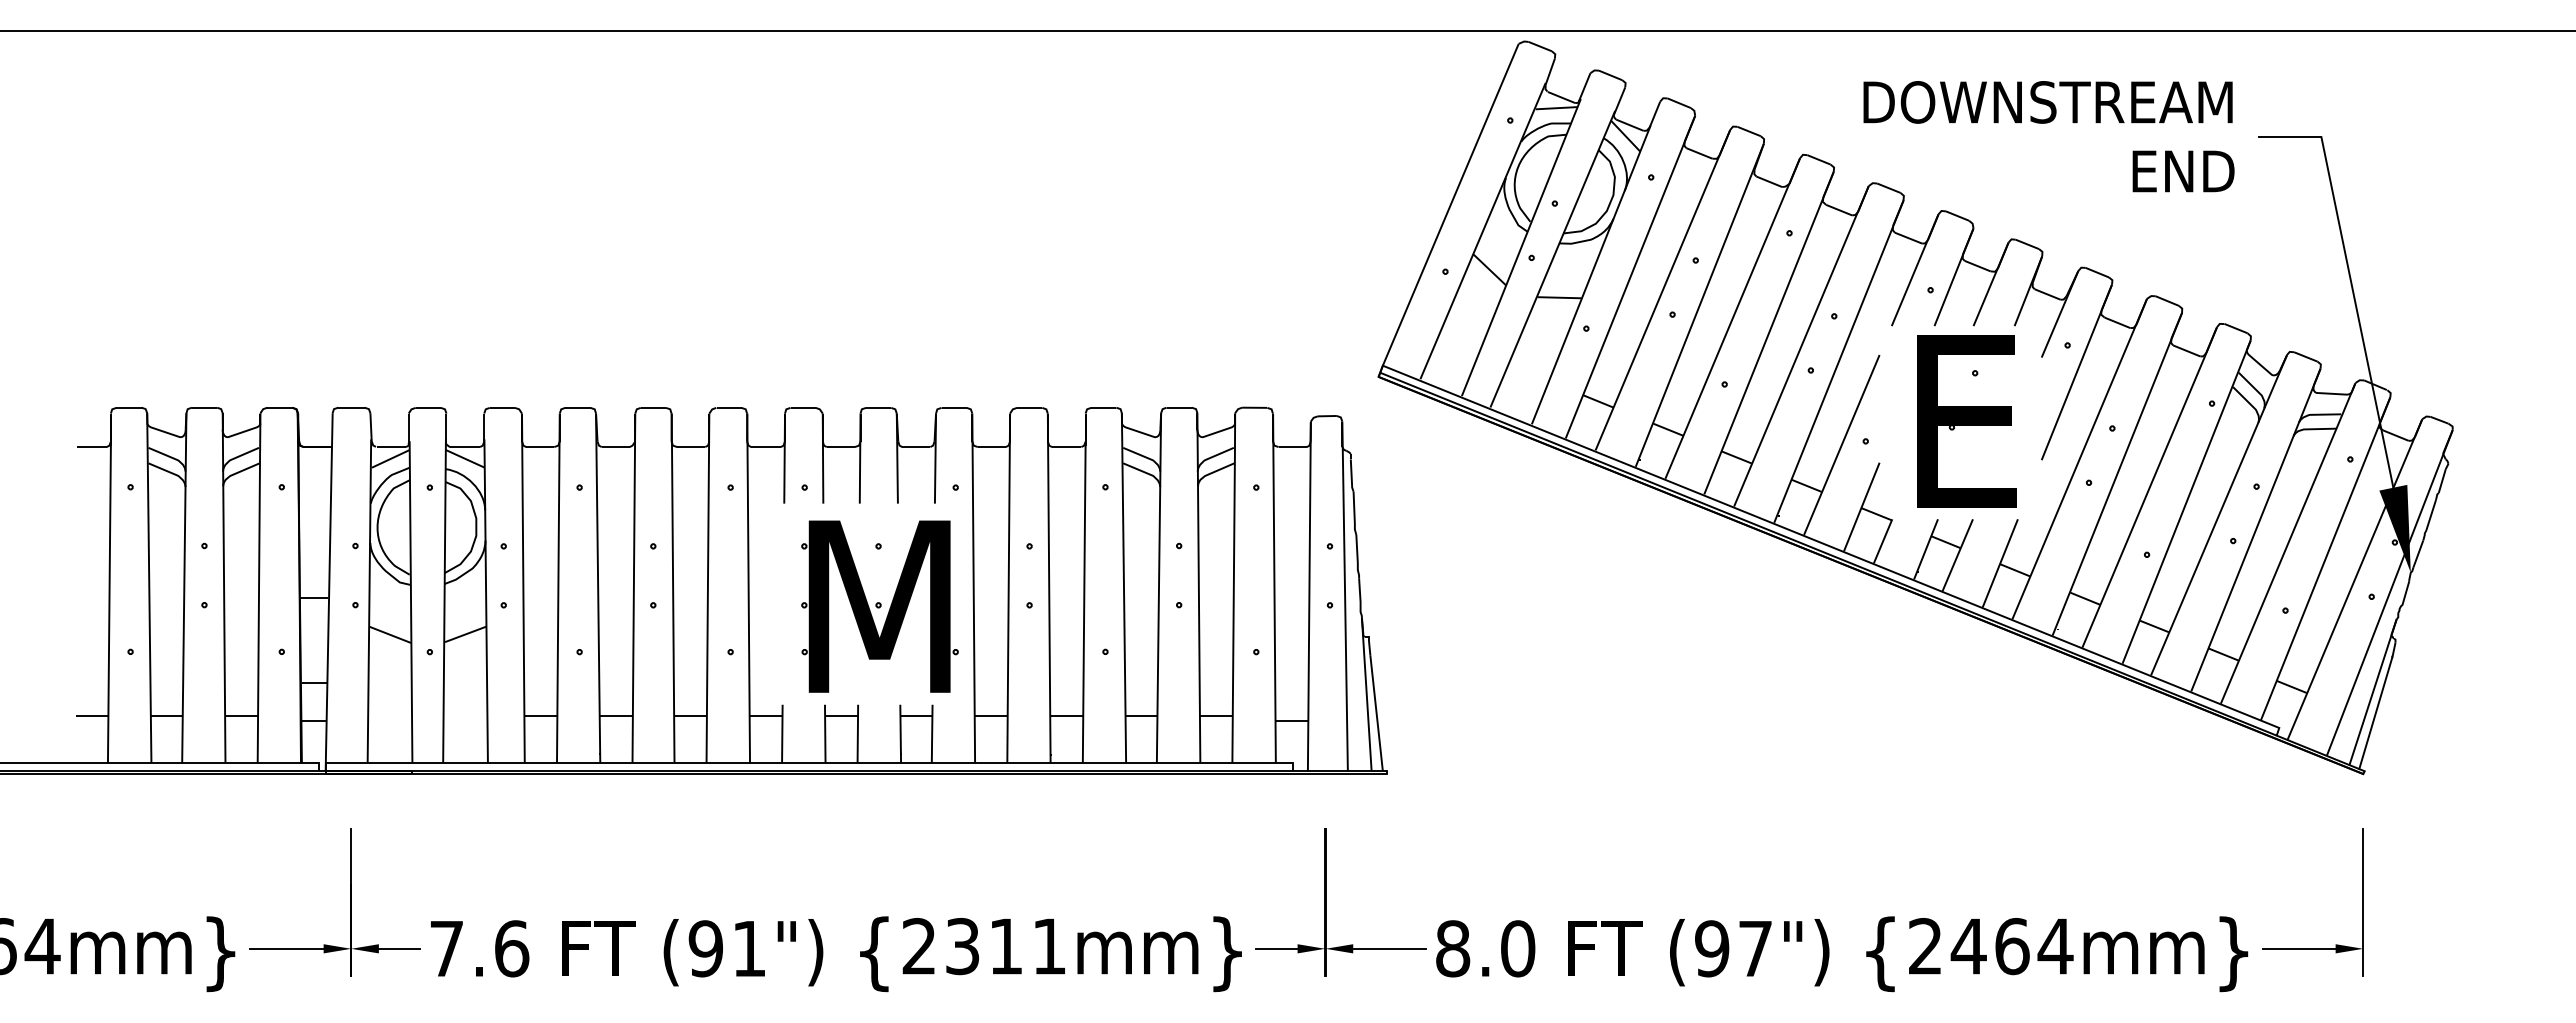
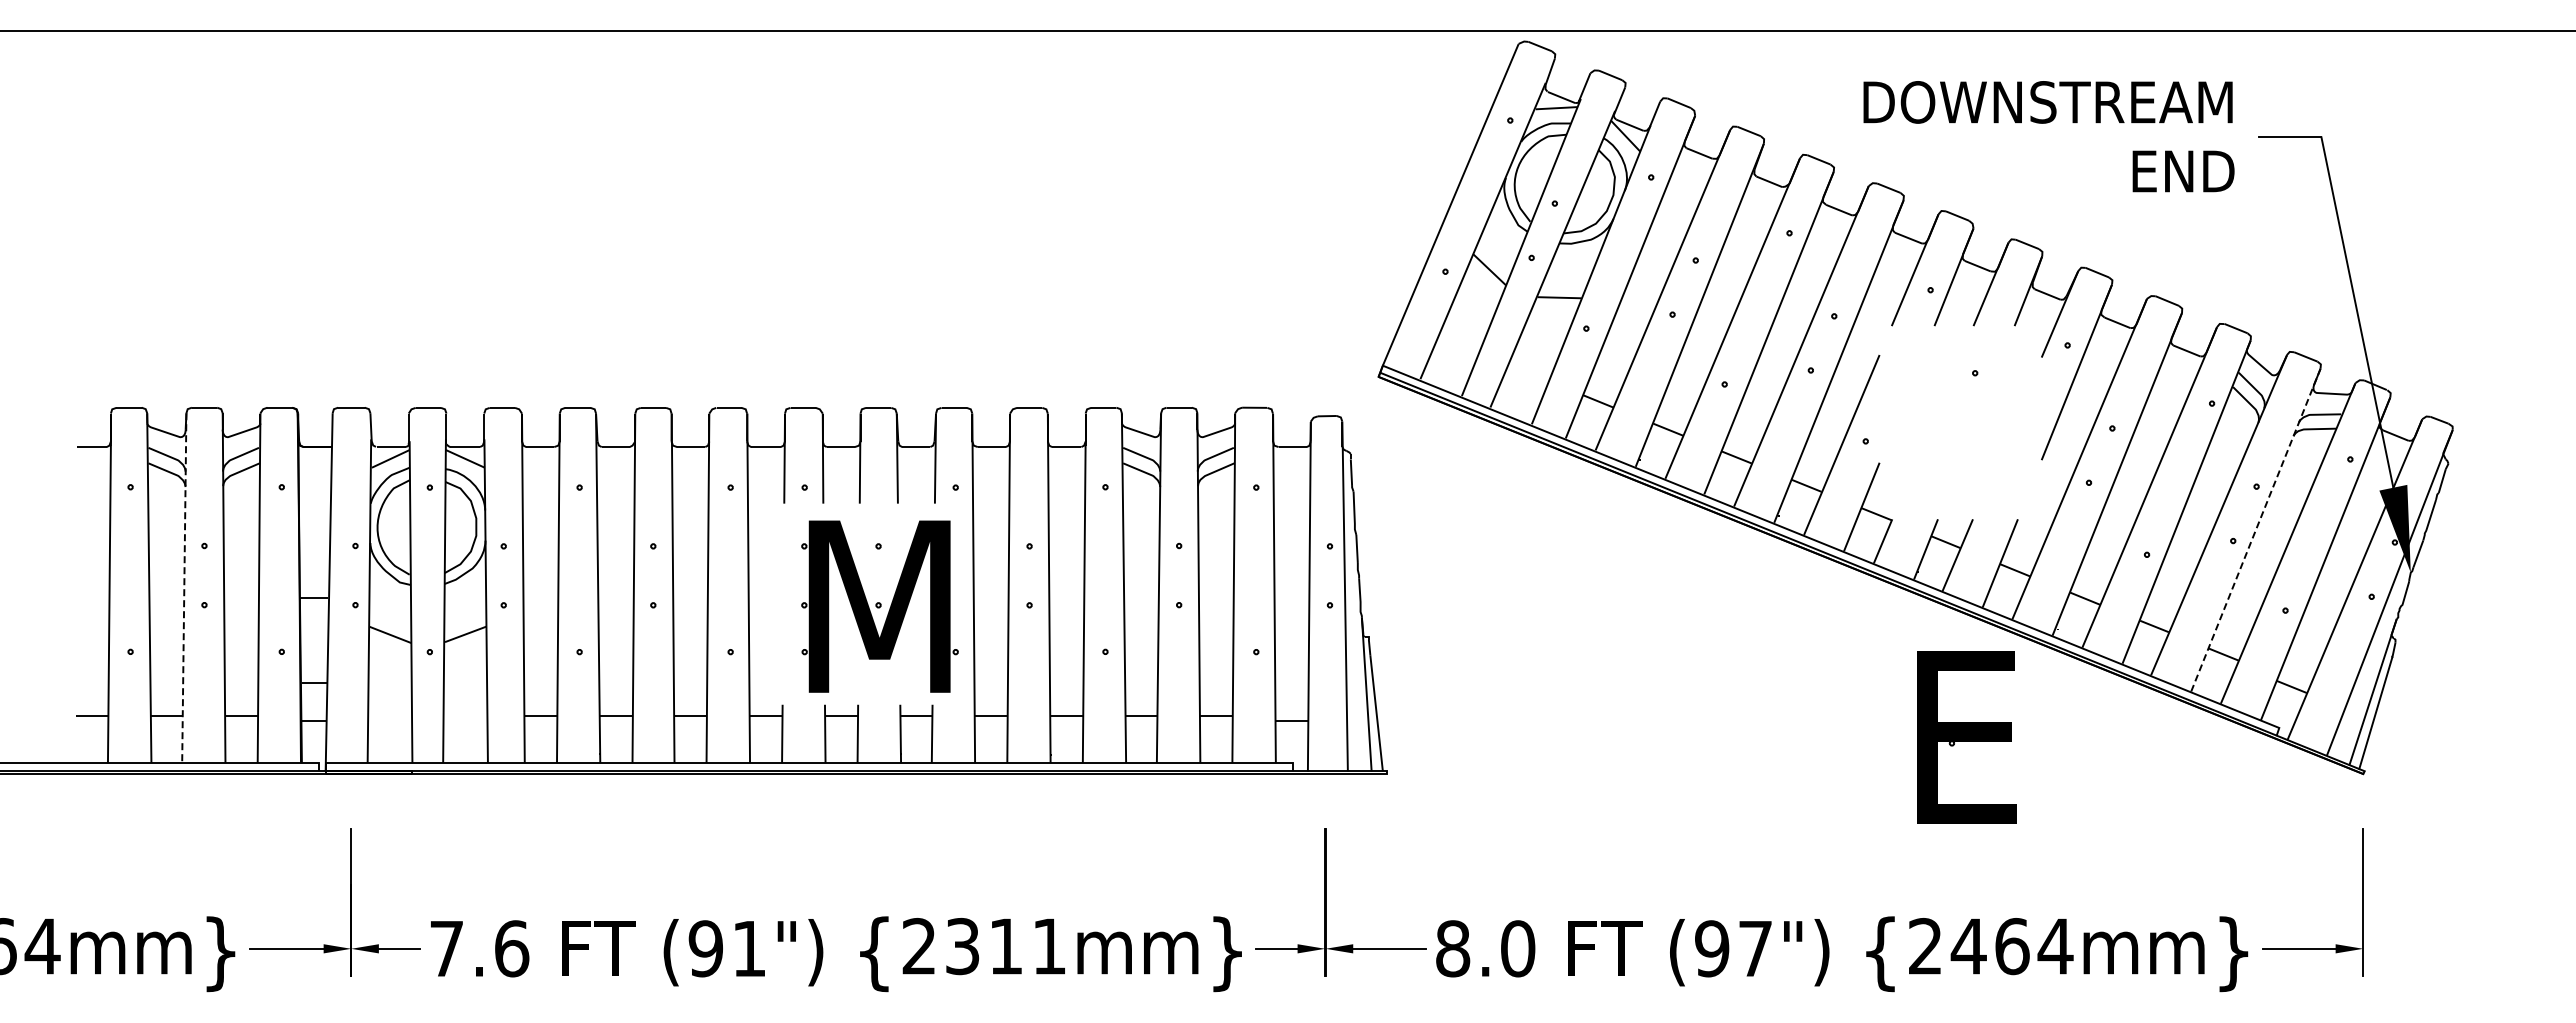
part at (1966, 421) position: (1966, 421) -> (1966, 737)
line at (2255, 530): solid -> dashed
line at (184, 588): solid -> dashed
